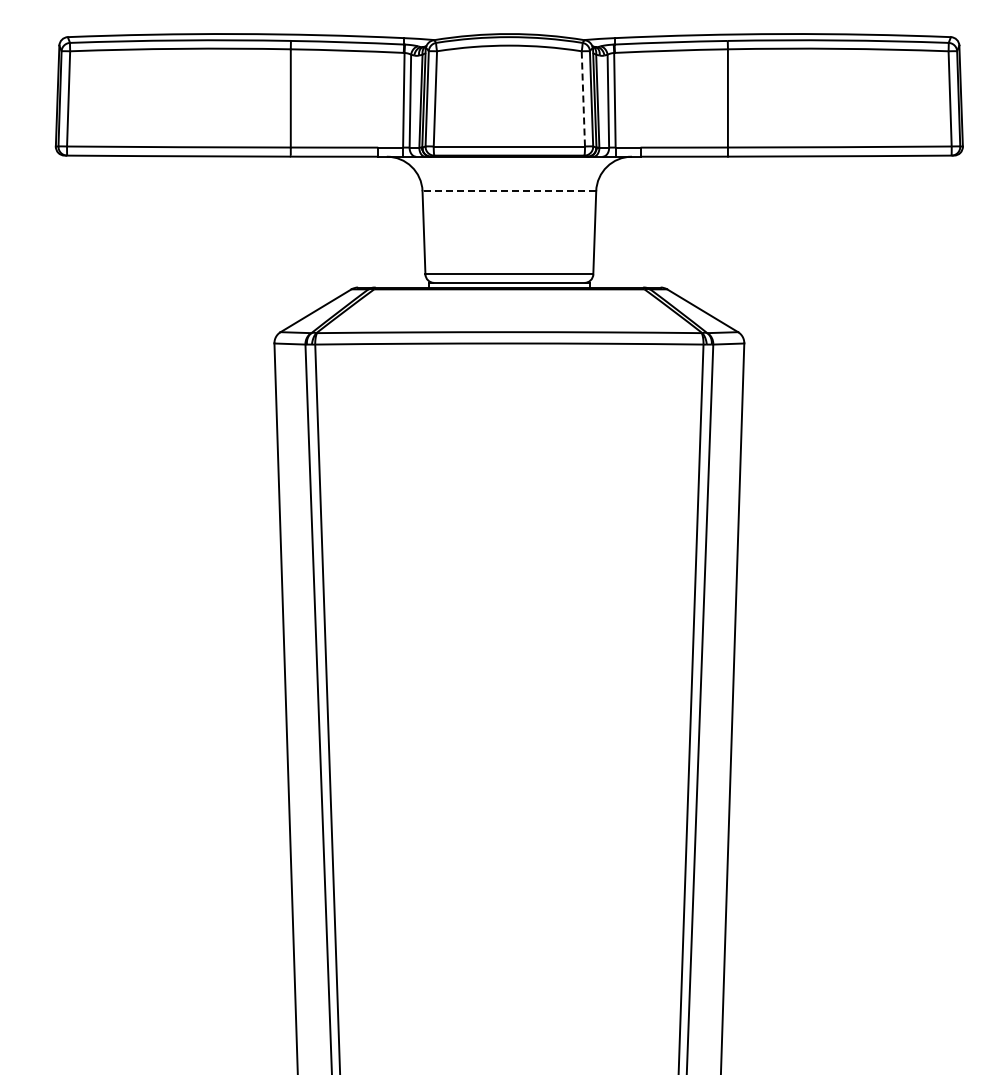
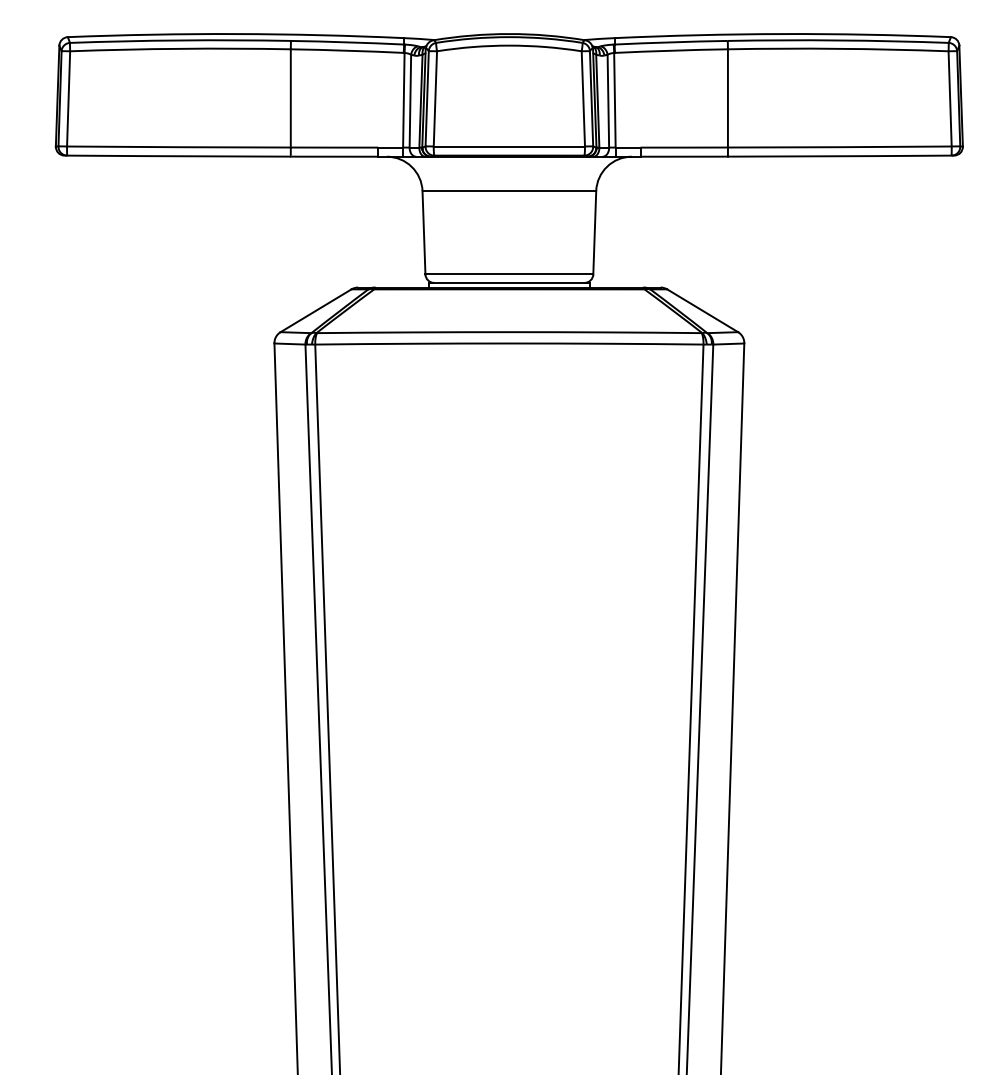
line at (583, 98): dashed -> solid
line at (509, 191): dashed -> solid
